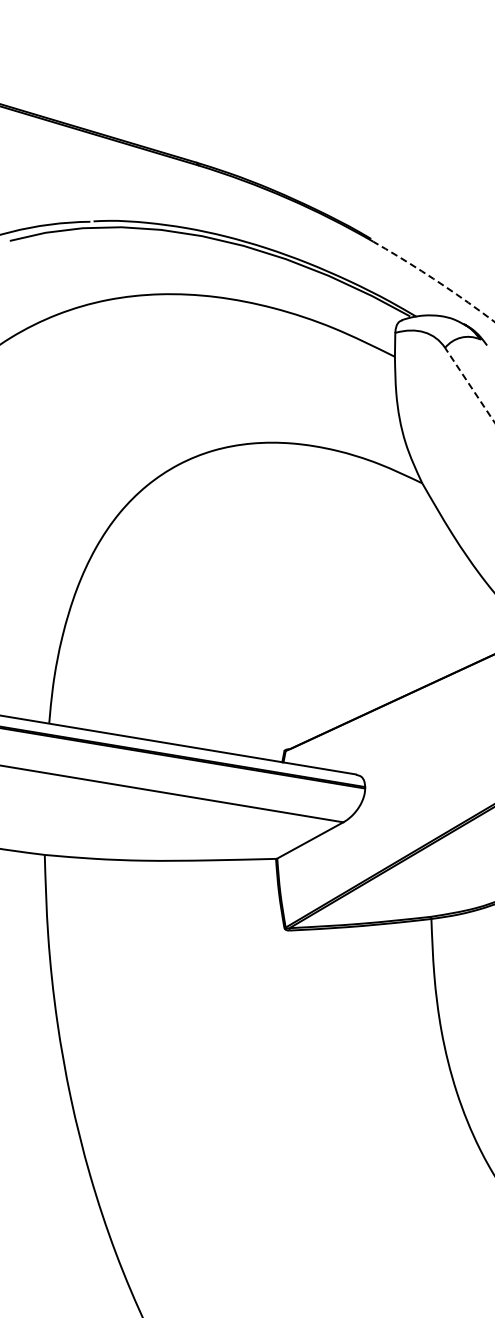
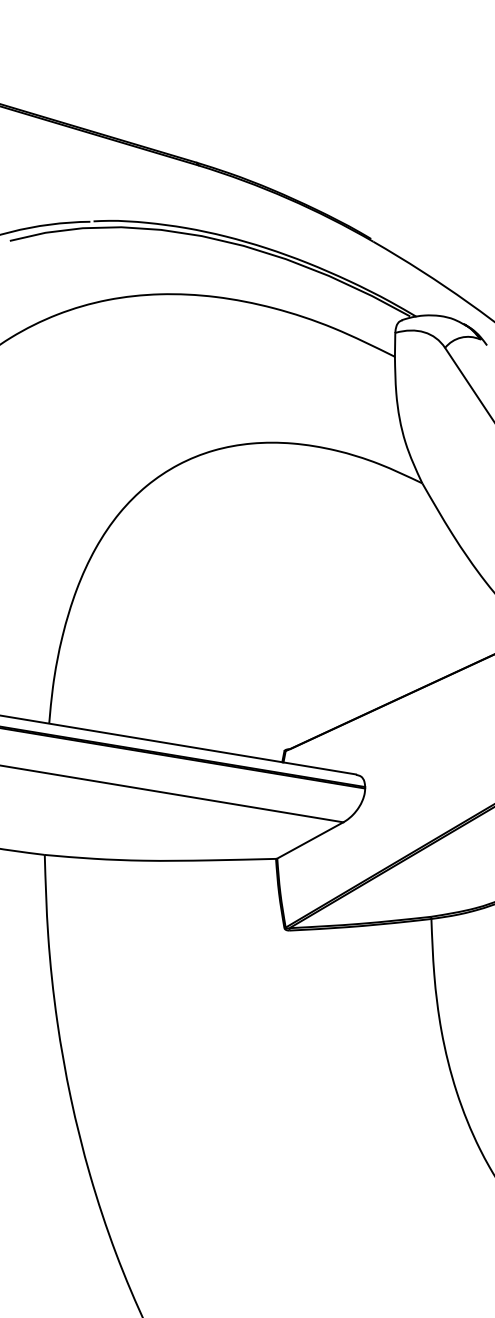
arc at (435, 280): dashed -> solid
line at (469, 385): dashed -> solid
